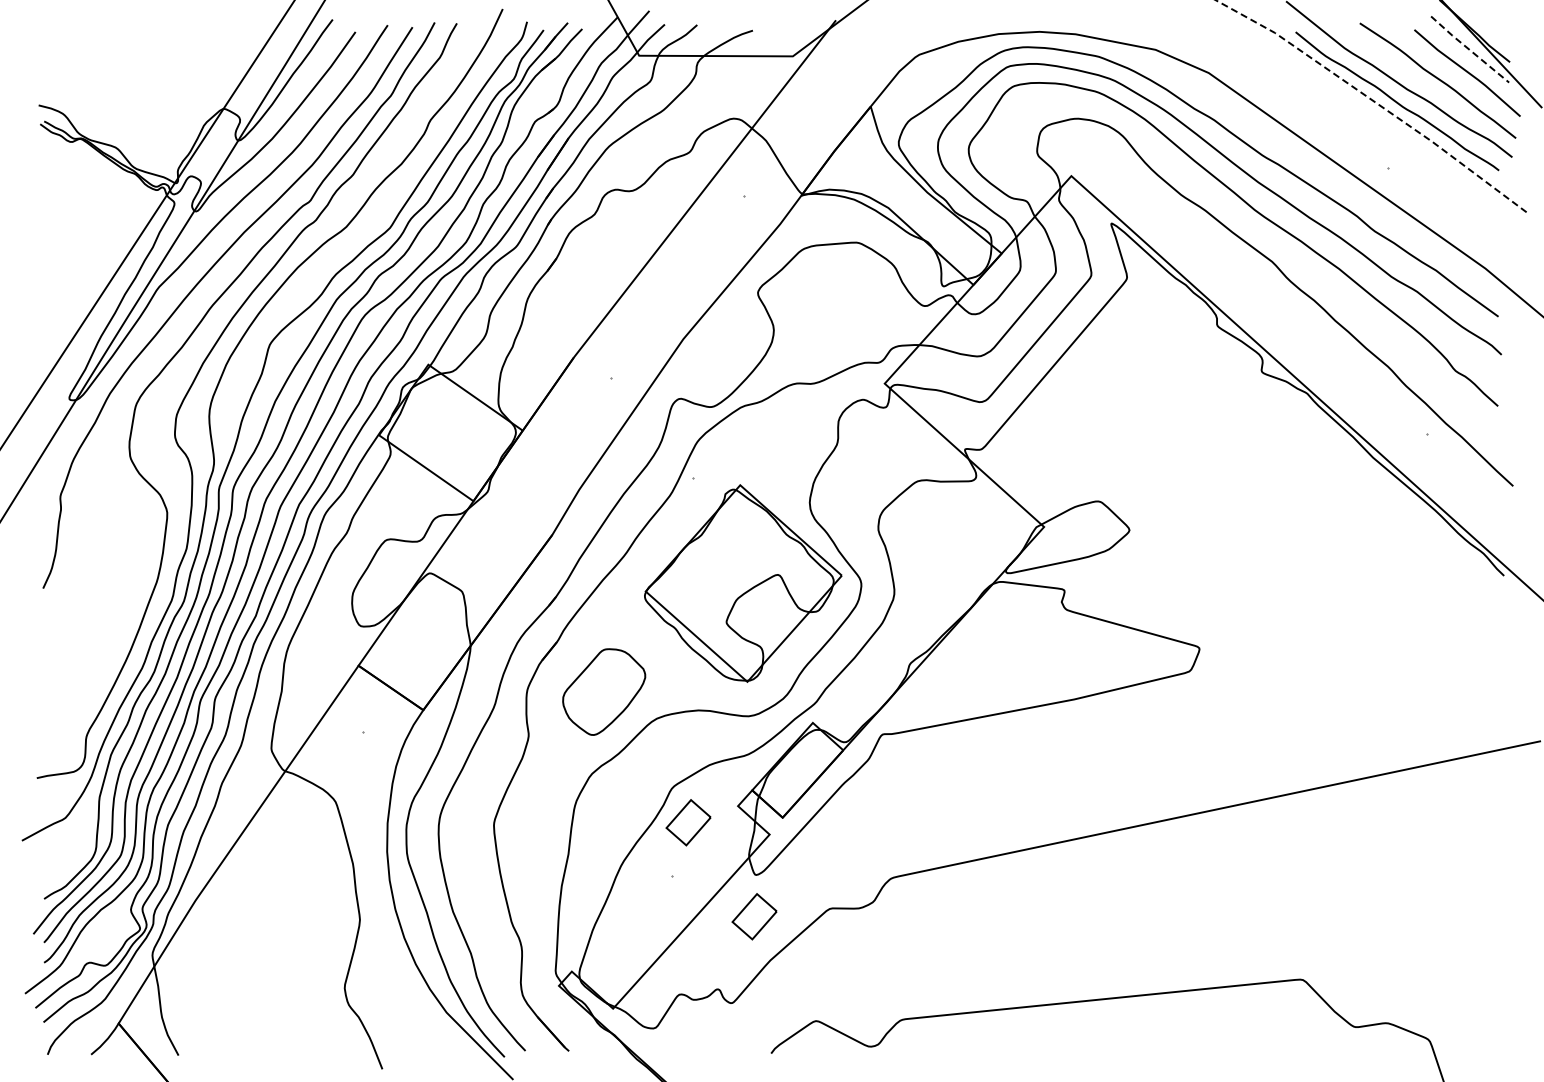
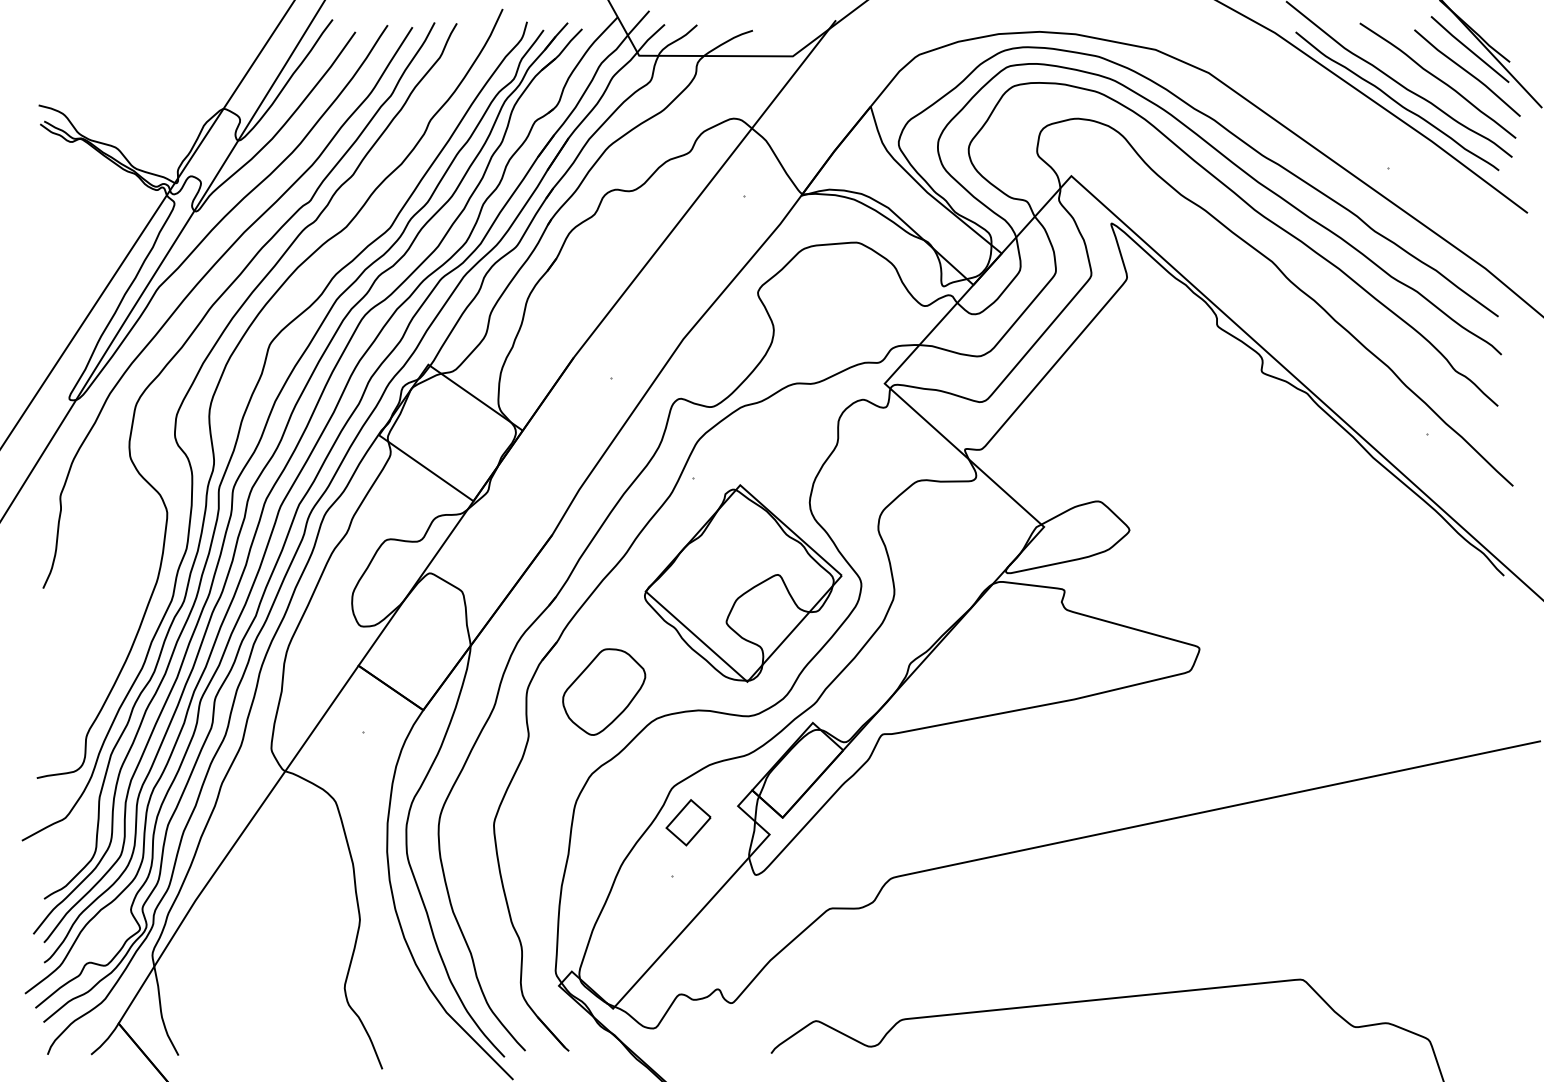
line at (1469, 49): dashed -> solid
line at (1375, 102): dashed -> solid
part at (754, 916): present -> none
